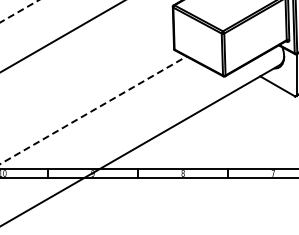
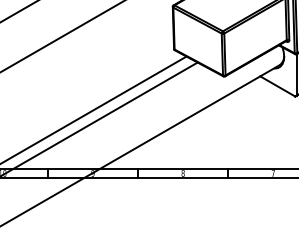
line at (19, 11): dashed -> solid
line at (93, 110): dashed -> solid
line at (99, 118): none -> present
